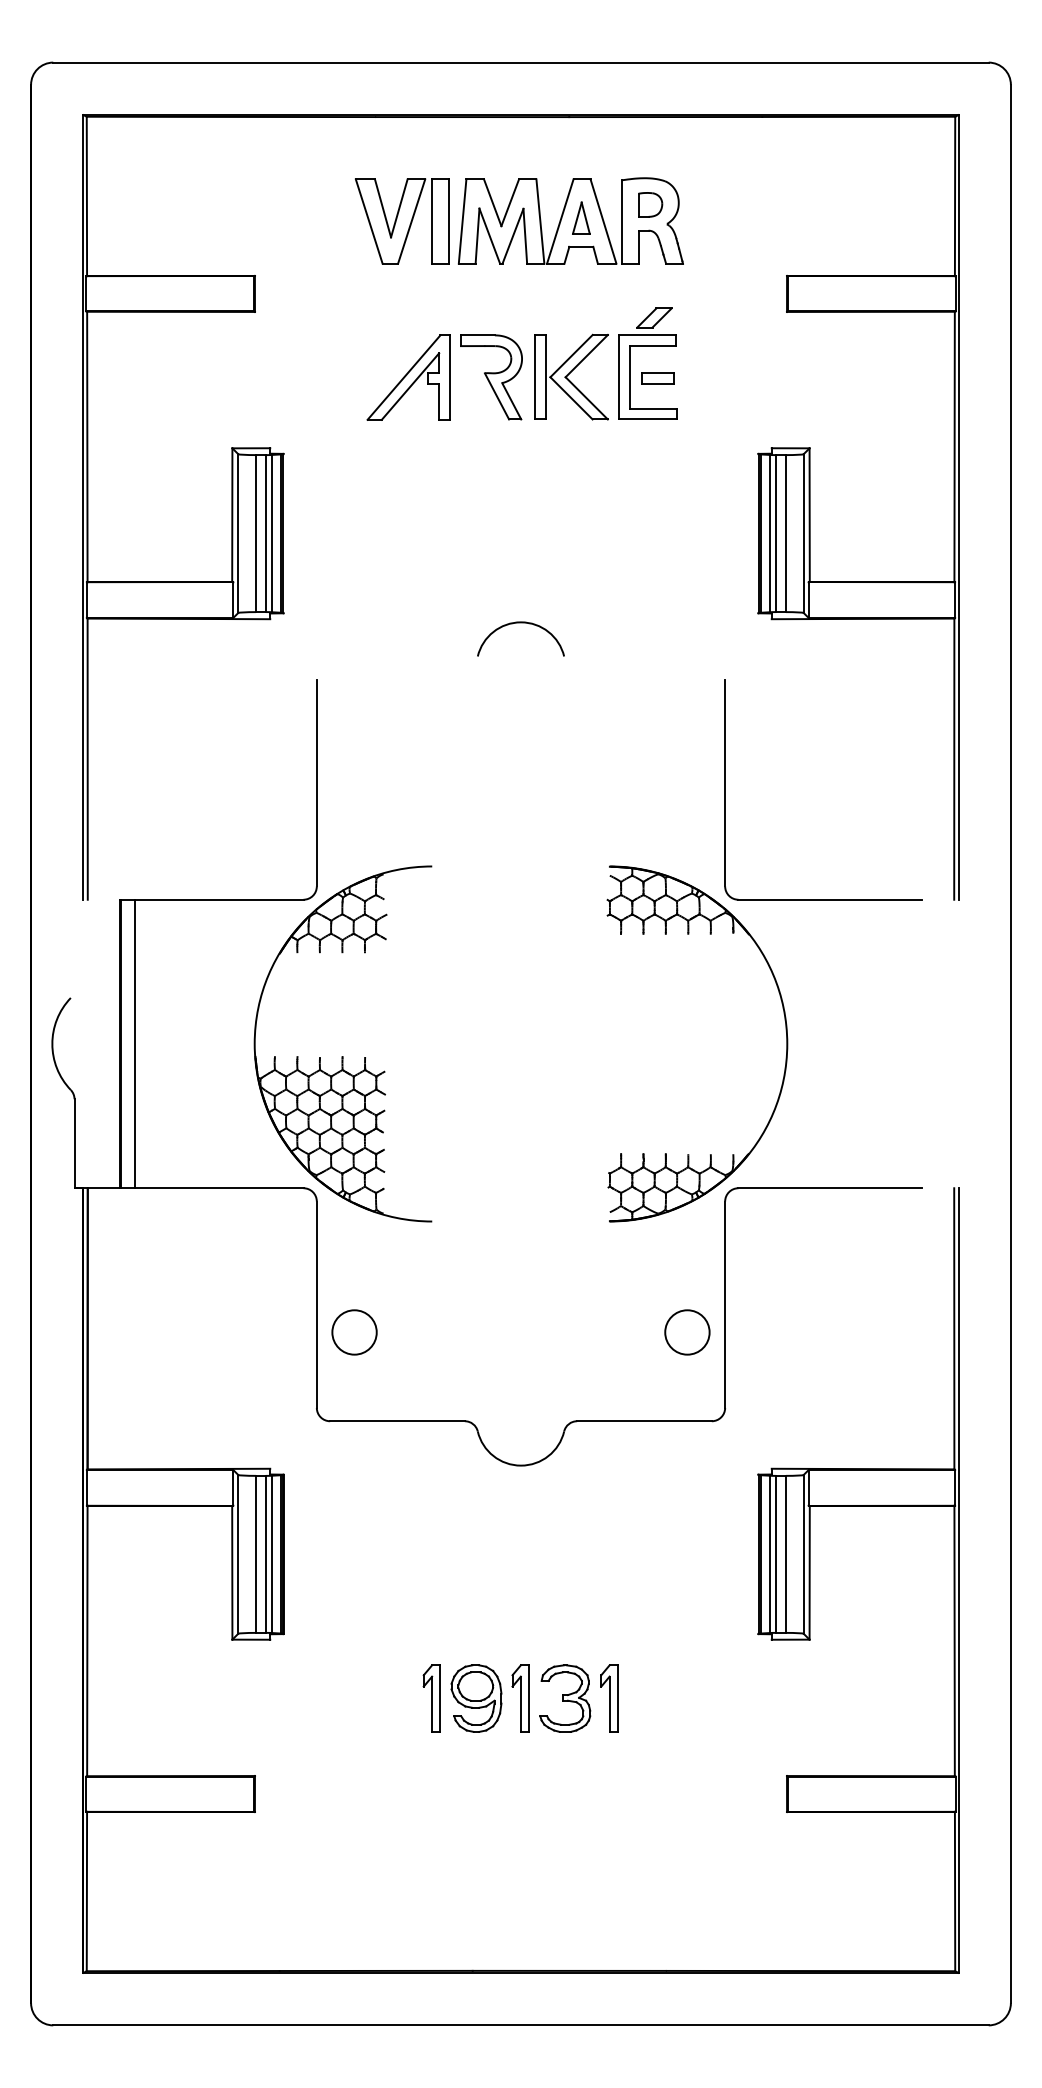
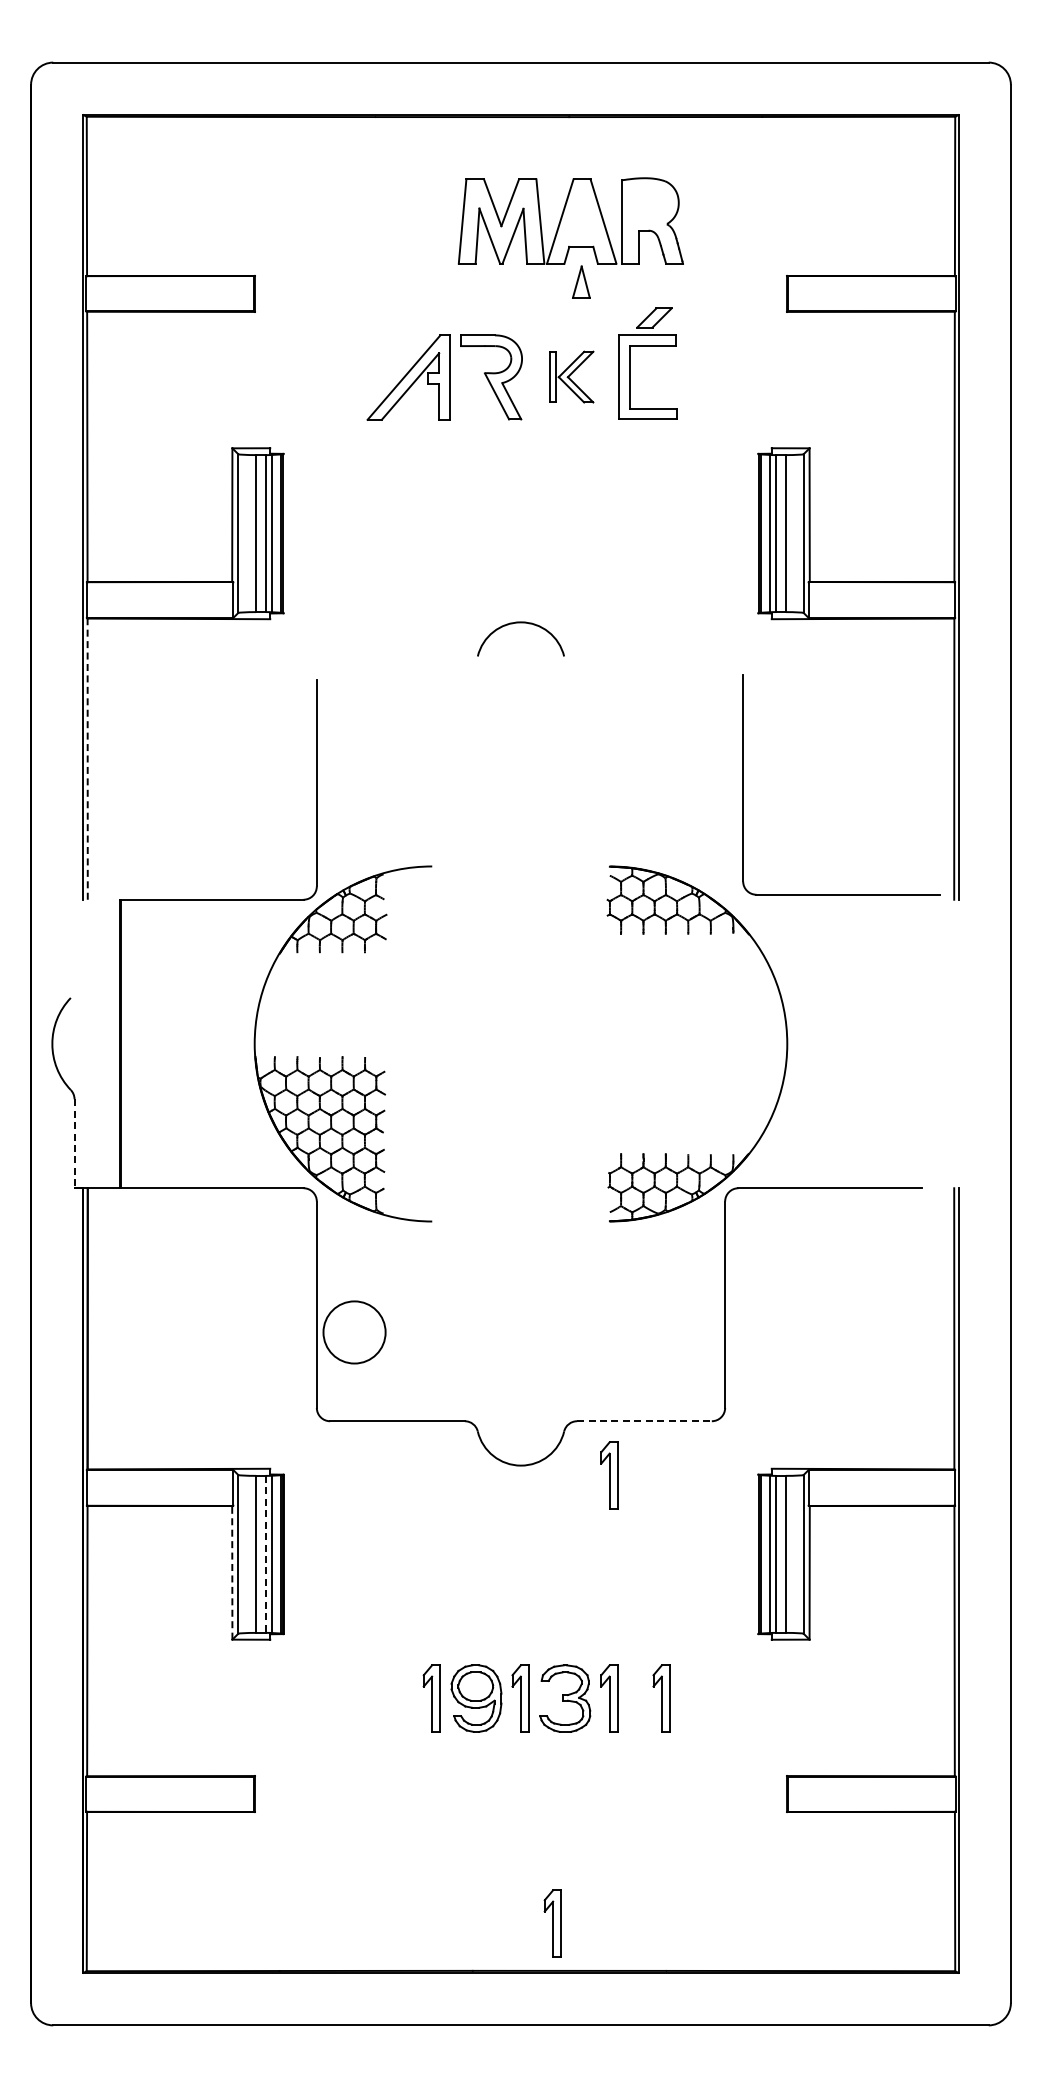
part at (650, 204): present -> none
part at (581, 217) position: (581, 217) -> (581, 281)
part at (402, 221): present -> none
part at (571, 376) size: 75x88 px -> 46x54 px
part at (657, 378): present -> none
line at (87, 759): solid -> dashed
part at (725, 789) position: (725, 789) -> (743, 784)
line at (134, 1043): present -> none
line at (74, 1144): solid -> dashed
circle at (354, 1332) diameter: 44 px -> 62 px
circle at (687, 1332): present -> none
line at (644, 1421): solid -> dashed
part at (609, 1475): none -> present
line at (265, 1554): solid -> dashed
line at (232, 1572): solid -> dashed
part at (661, 1698): none -> present
part at (552, 1923): none -> present
